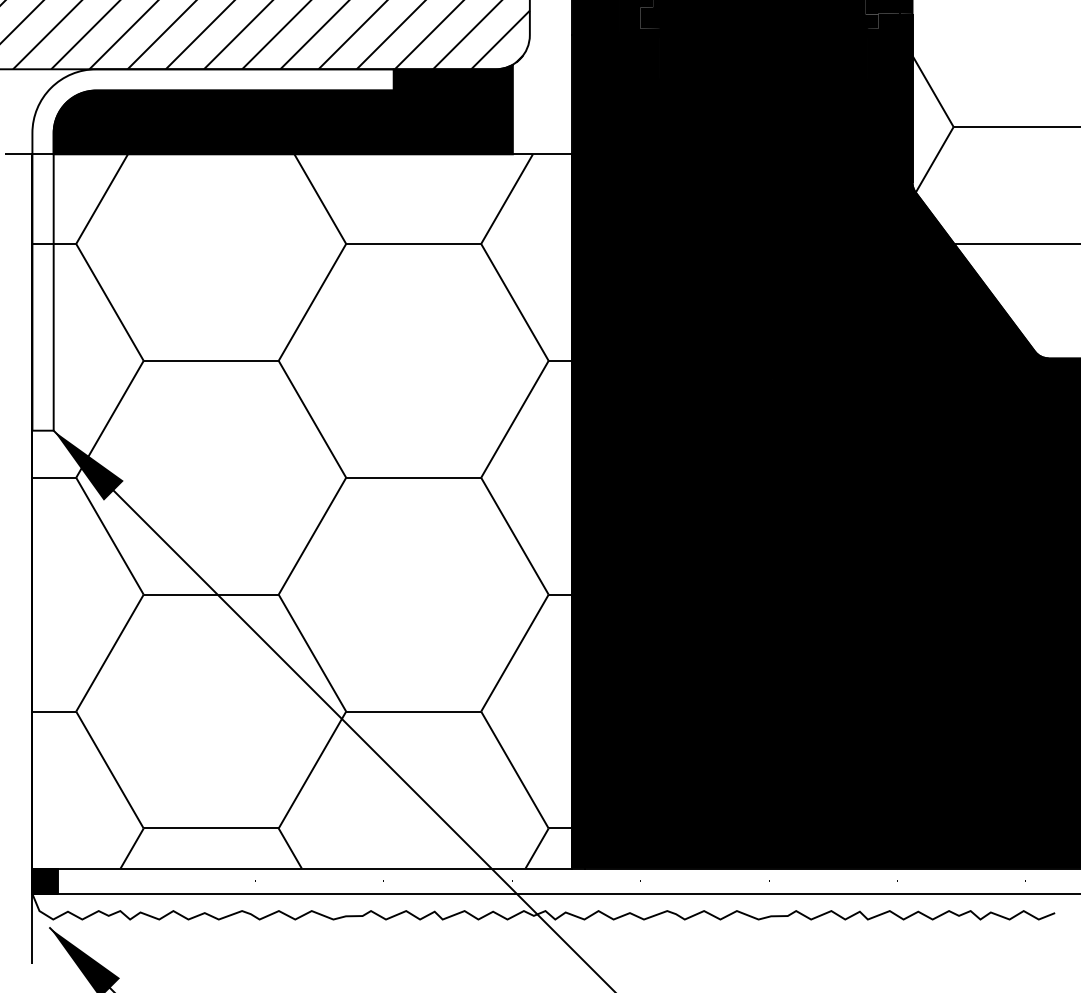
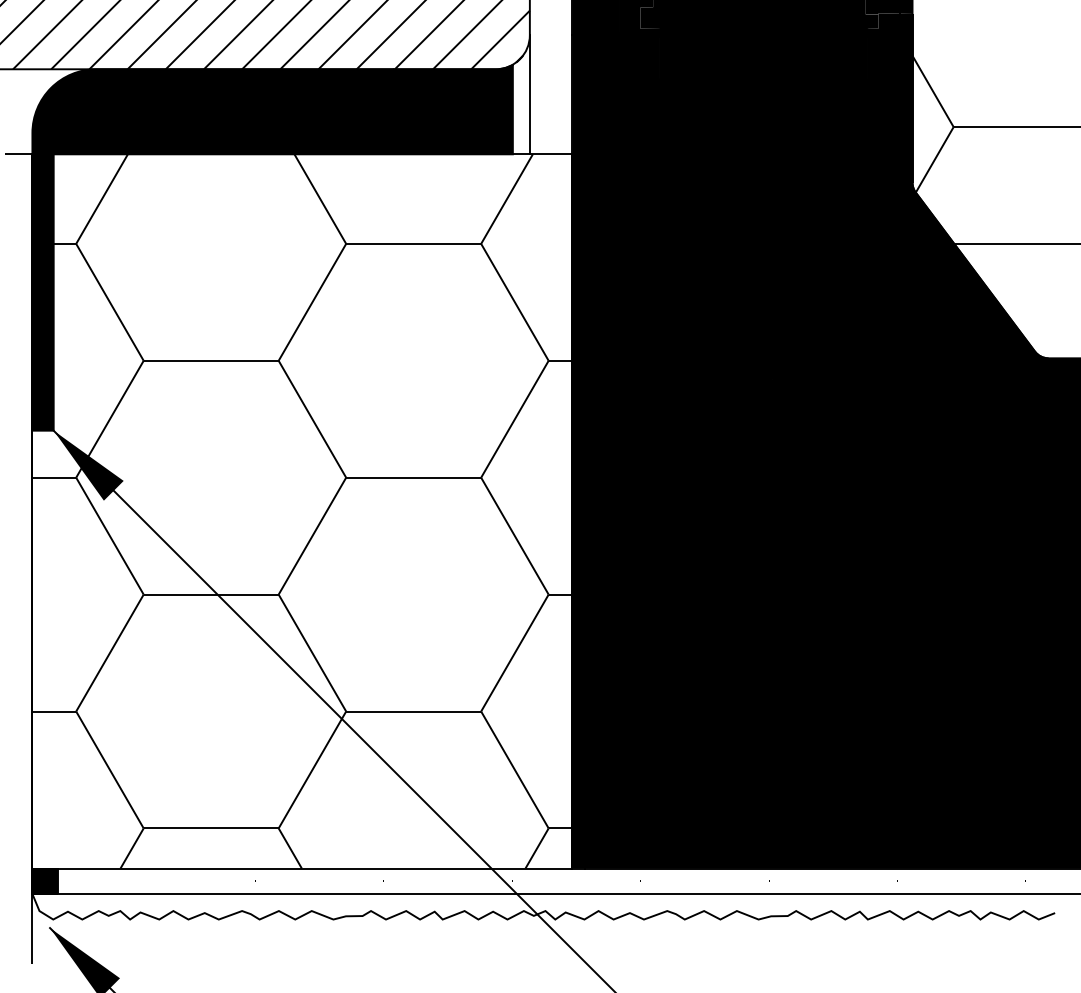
line at (529, 94): none -> present
fill at (212, 249): none -> present
